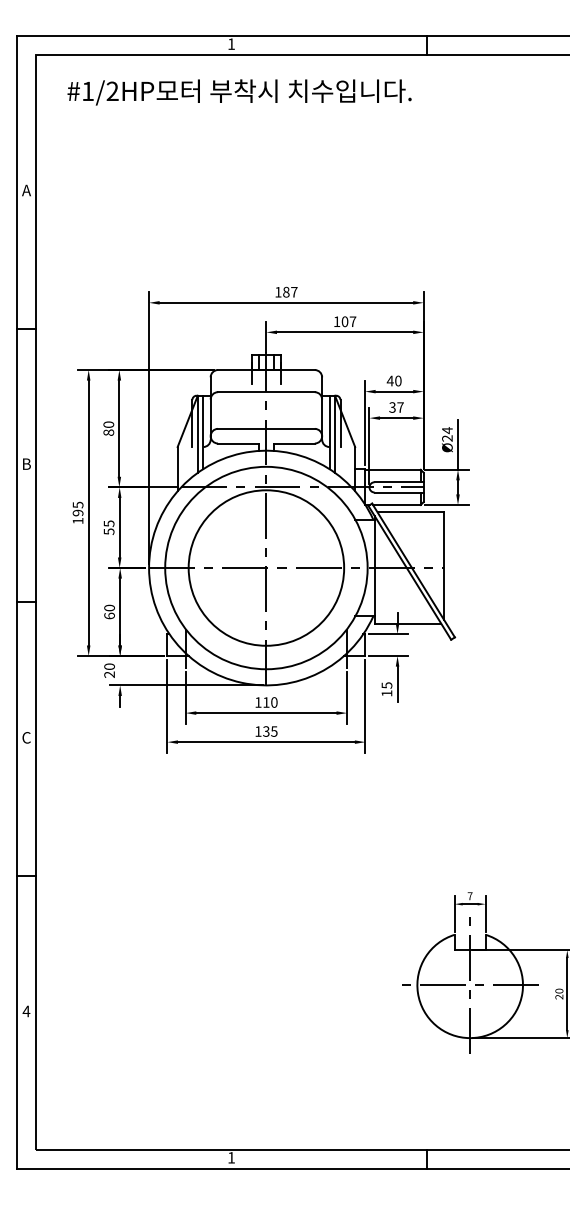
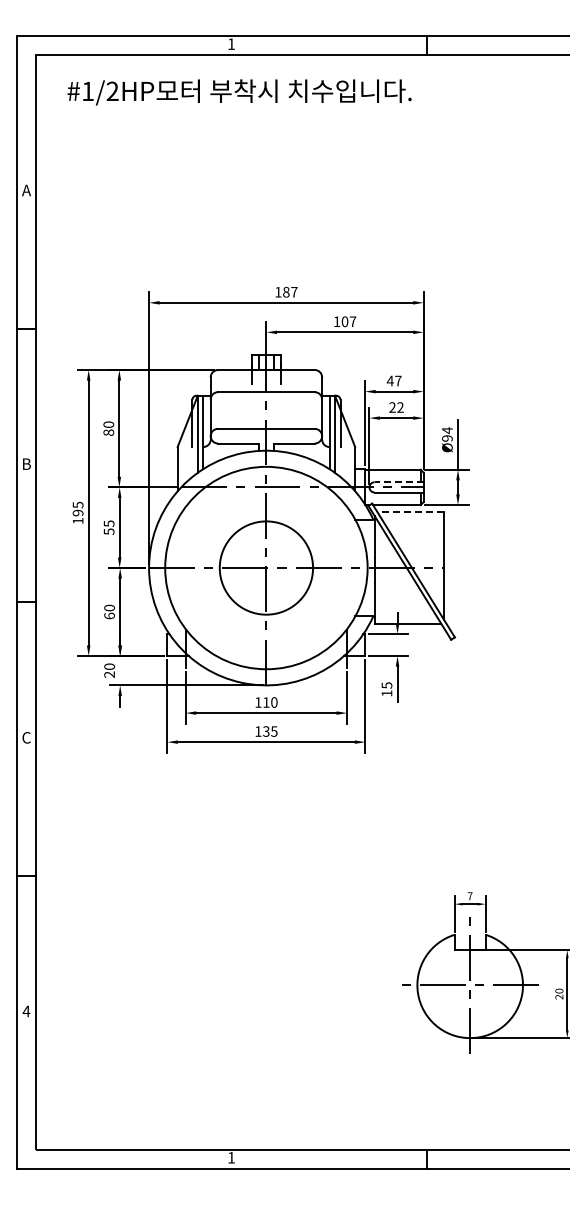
text at (398, 380): 40 -> 47
text at (396, 407): 37 -> 22
text at (447, 438): Ø24 -> Ø94
line at (399, 482): solid -> dashed
line at (410, 512): solid -> dashed
circle at (266, 567) diameter: 155 px -> 93 px
